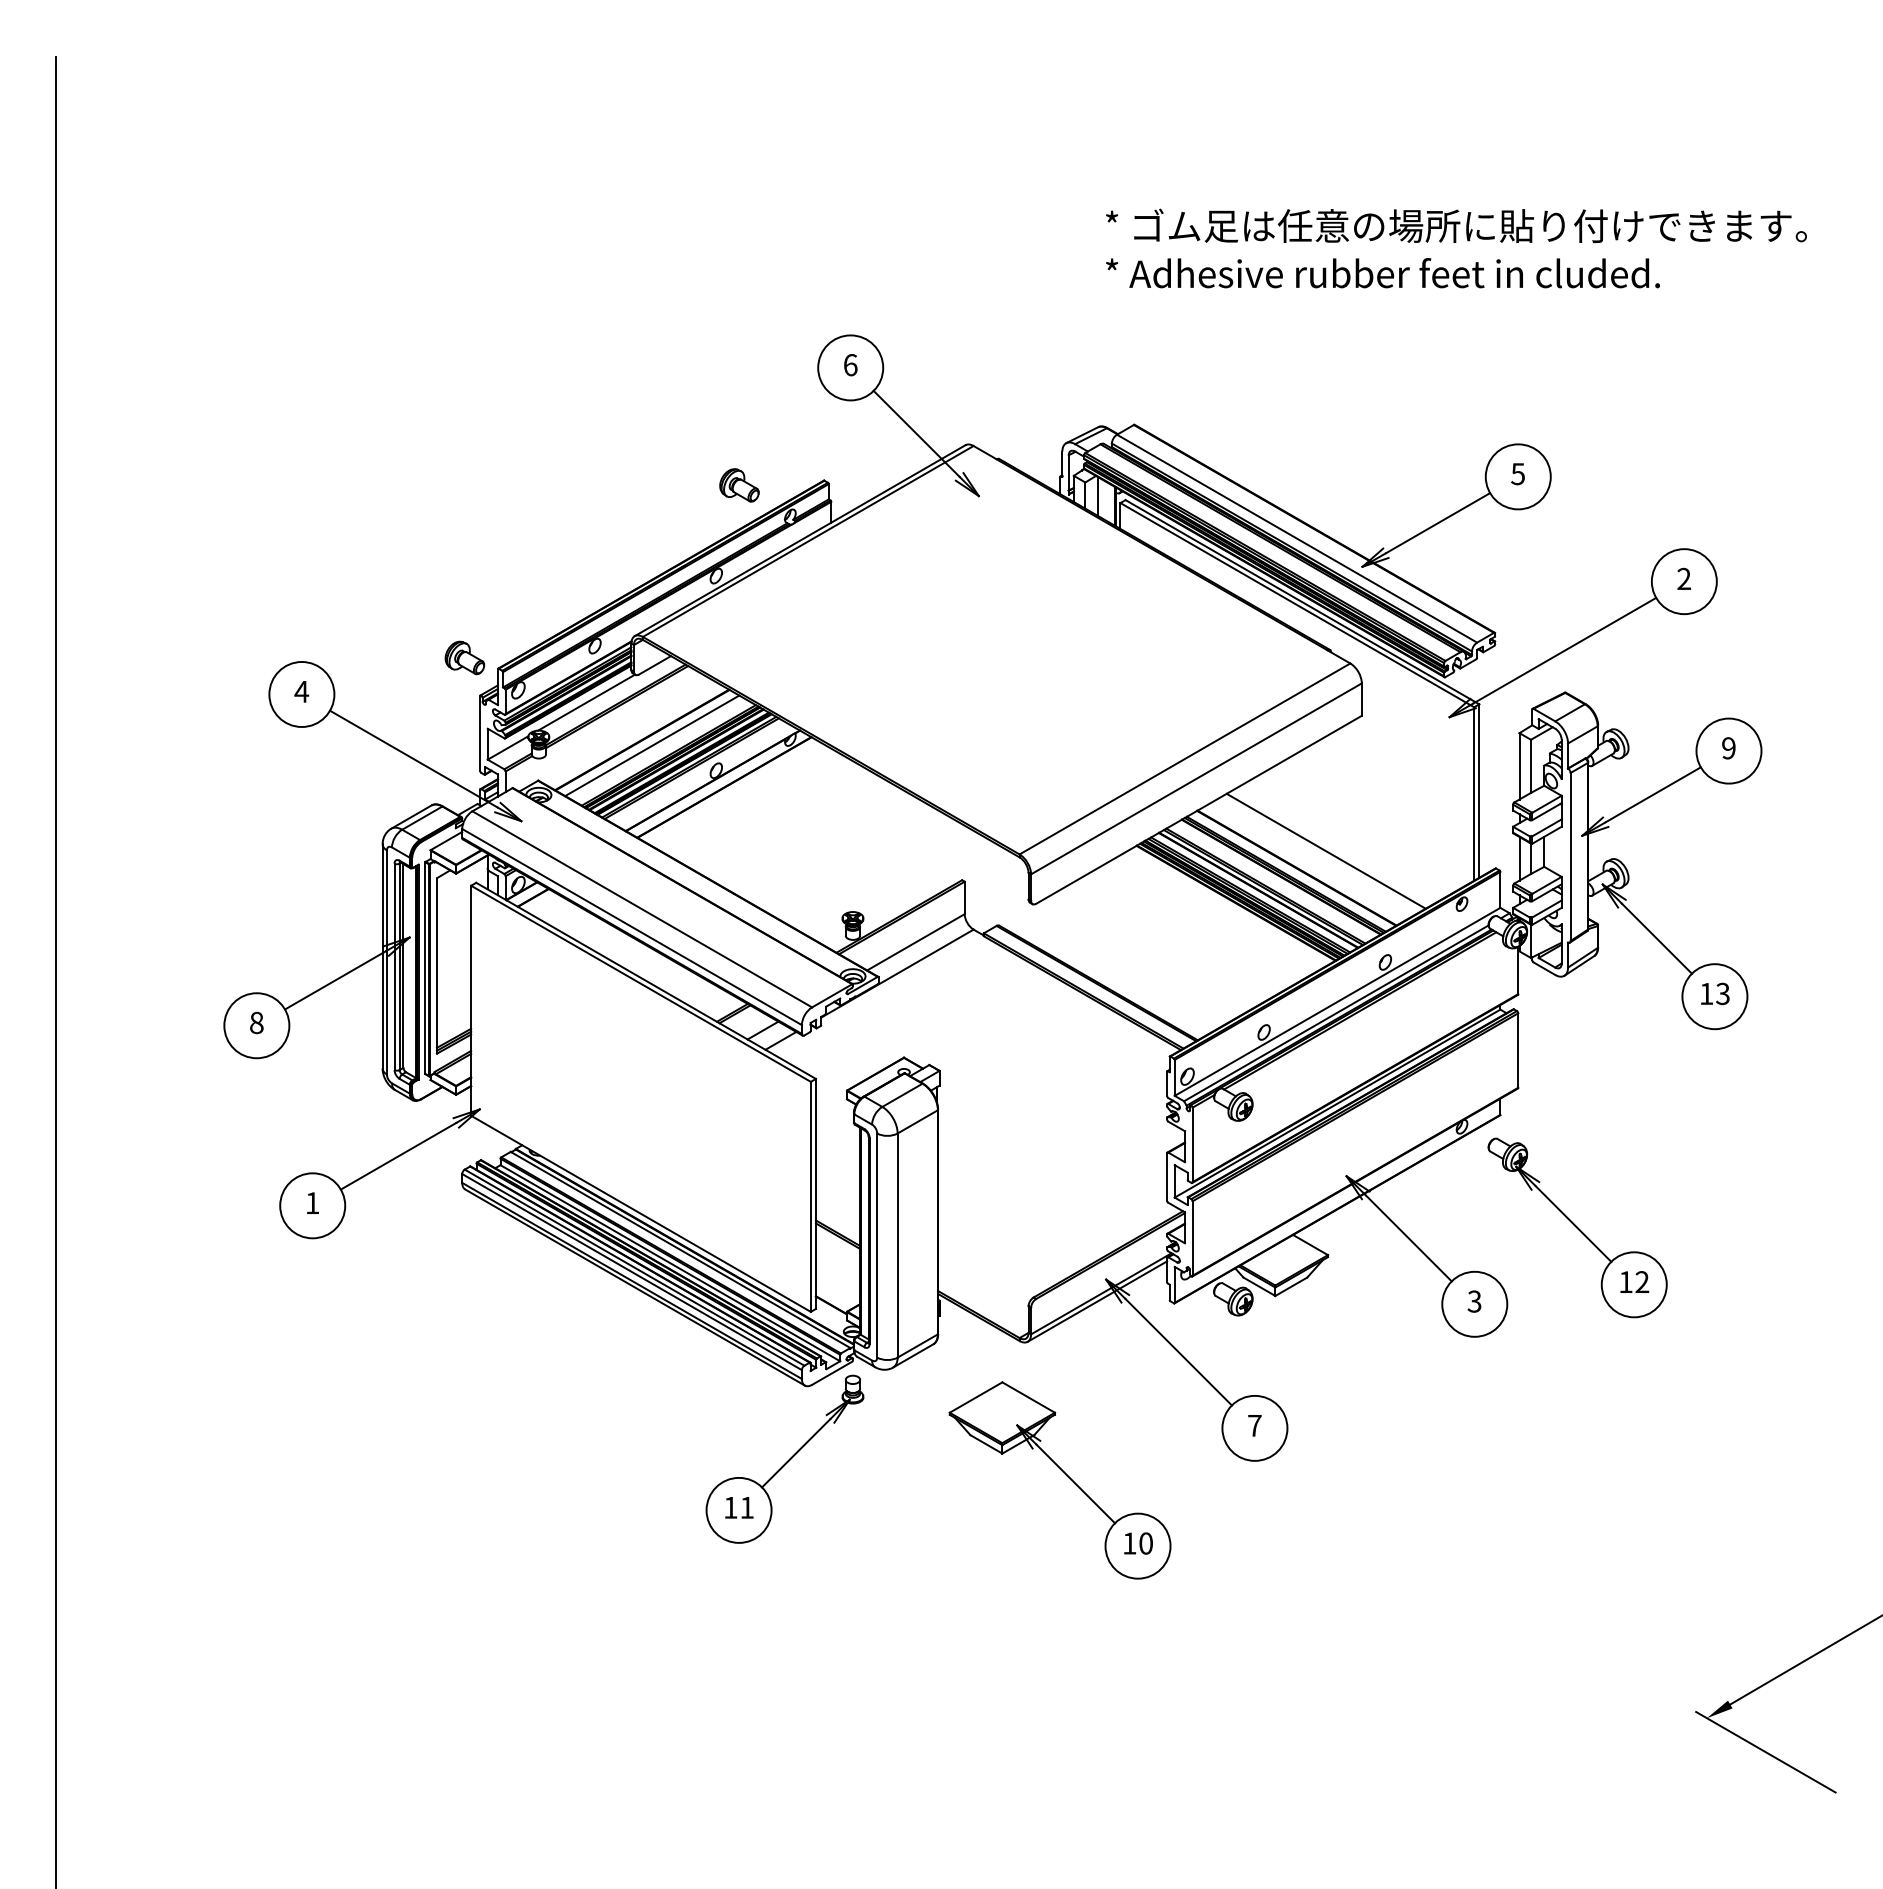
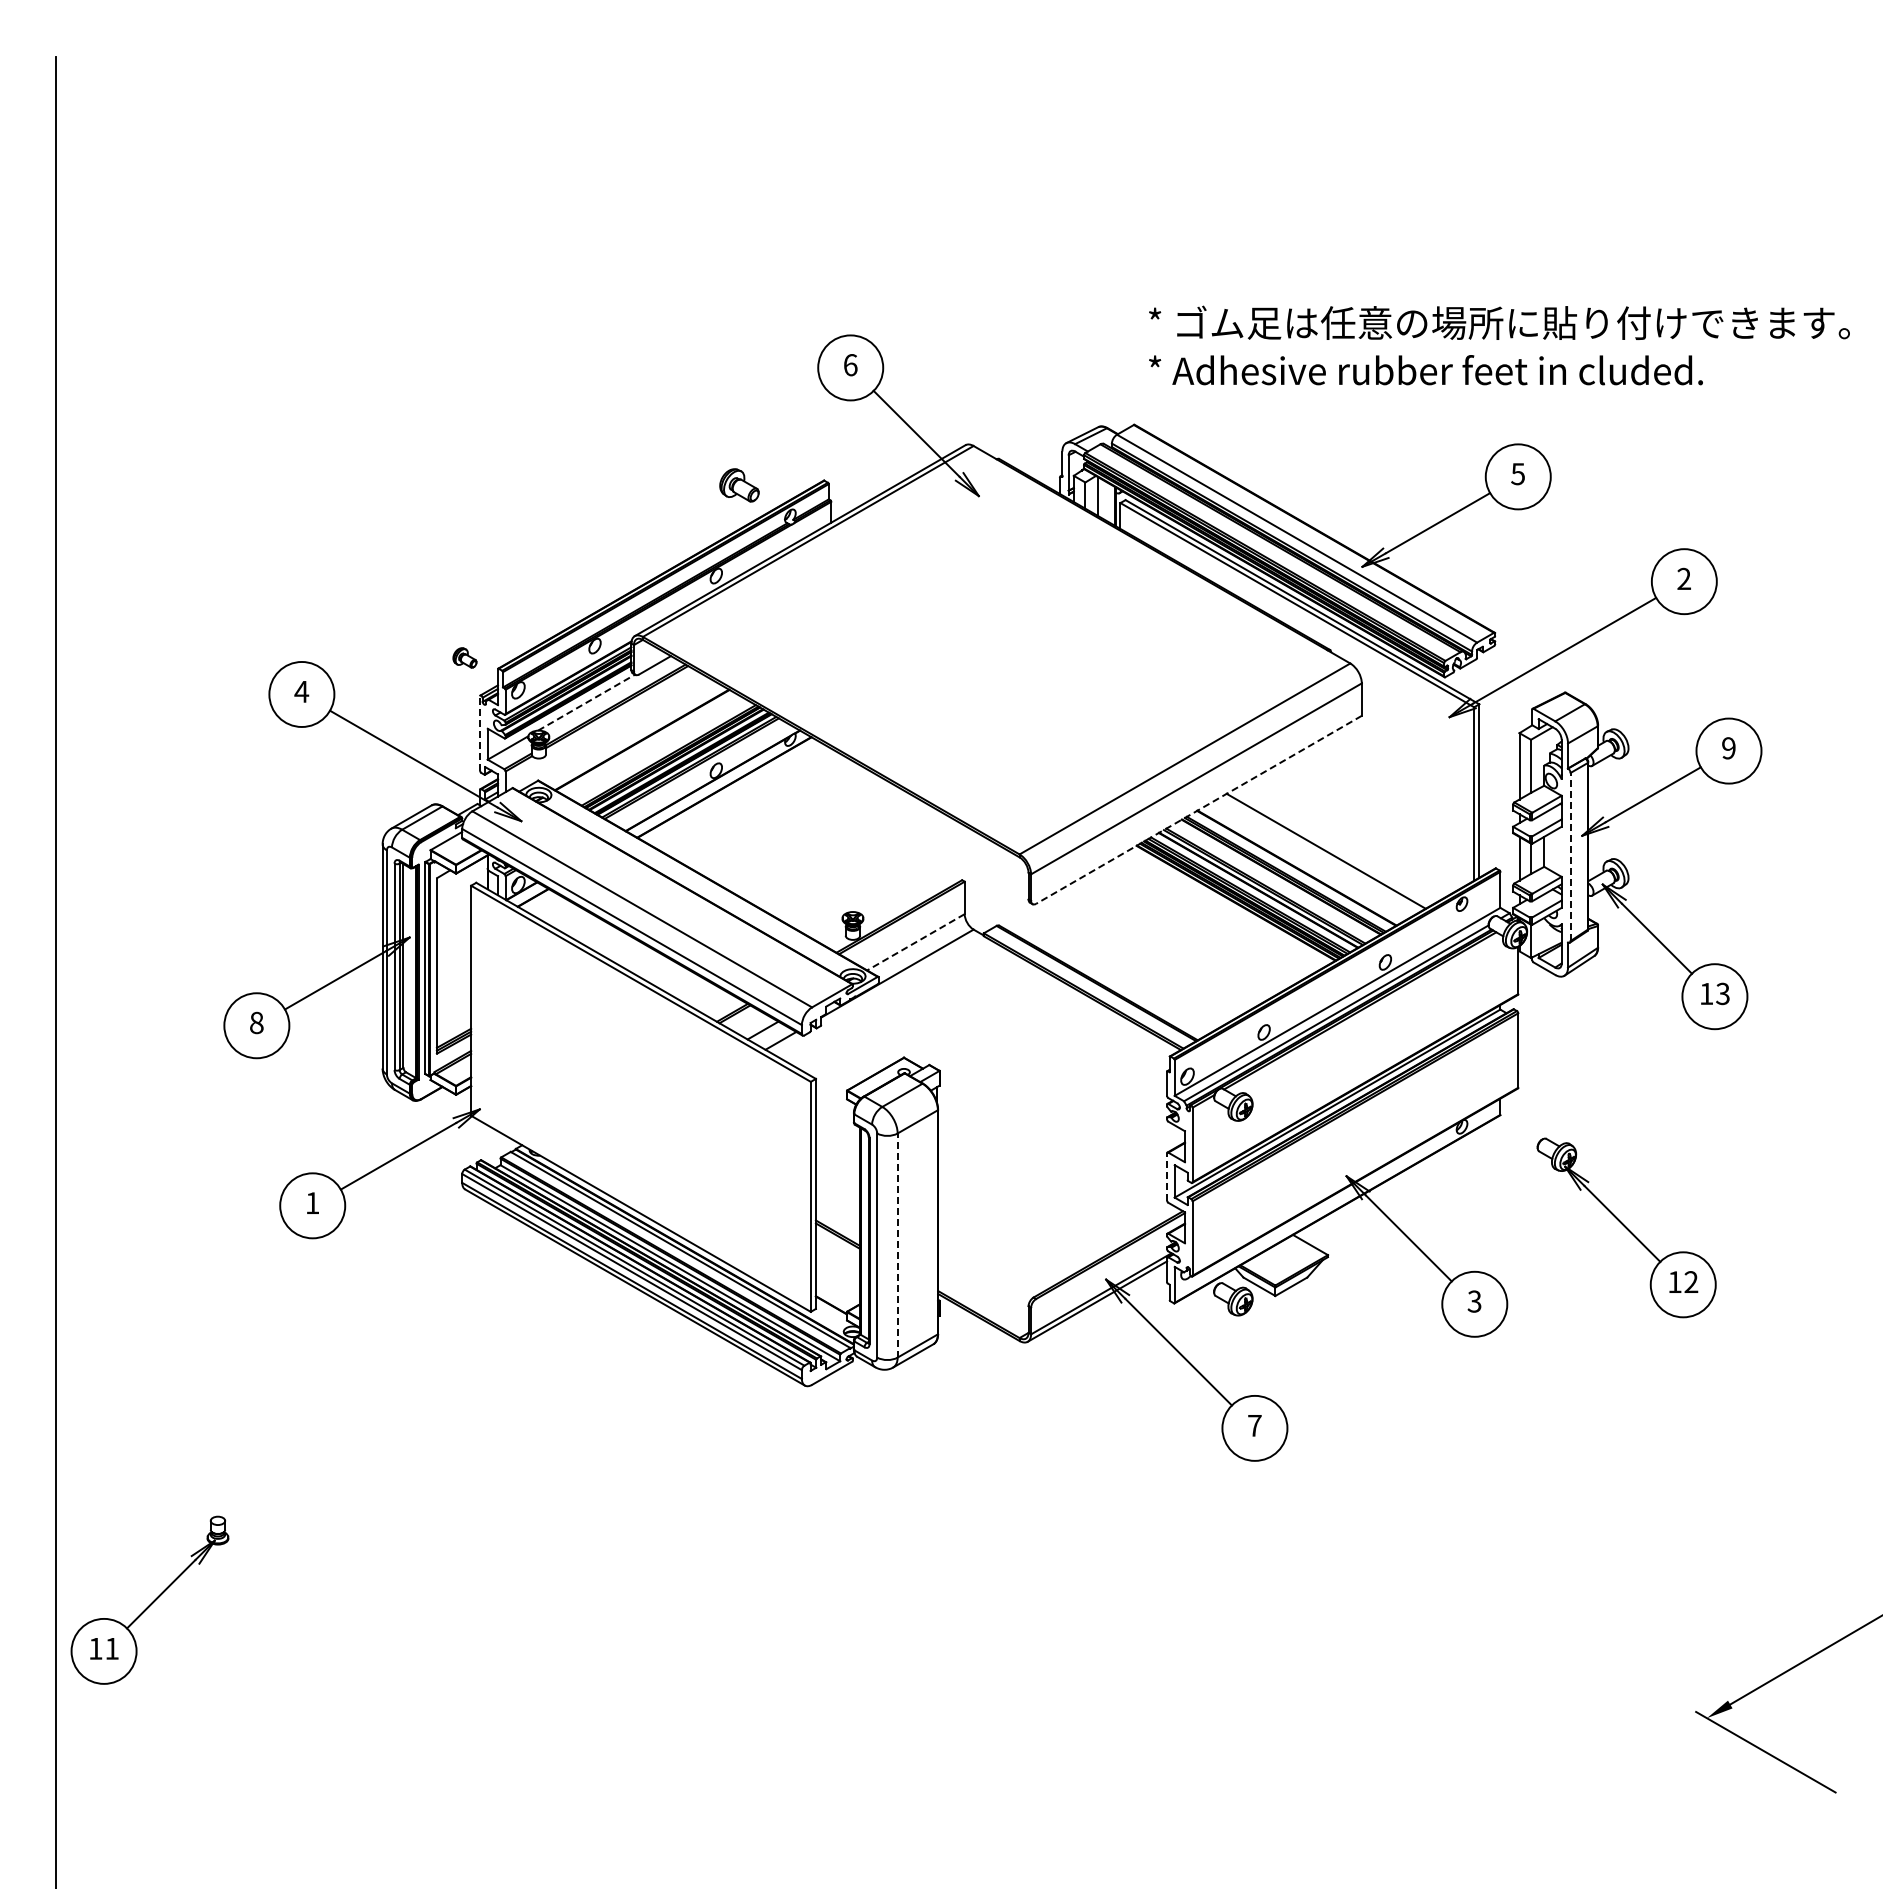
text at (1456, 248) position: (1456, 248) -> (1499, 345)
part at (464, 657) size: 42x36 px -> 26x22 px
line at (586, 702): solid -> dashed
line at (480, 733): solid -> dashed
line at (652, 745): present -> none
line at (1199, 809): solid -> dashed
line at (1570, 856): solid -> dashed
line at (915, 942): solid -> dashed
line at (1167, 1176): solid -> dashed
part at (1577, 1227) position: (1577, 1227) -> (1626, 1227)
line at (897, 1245): solid -> dashed
part at (784, 1458) position: (784, 1458) -> (149, 1599)
part at (1064, 1474): present -> none
